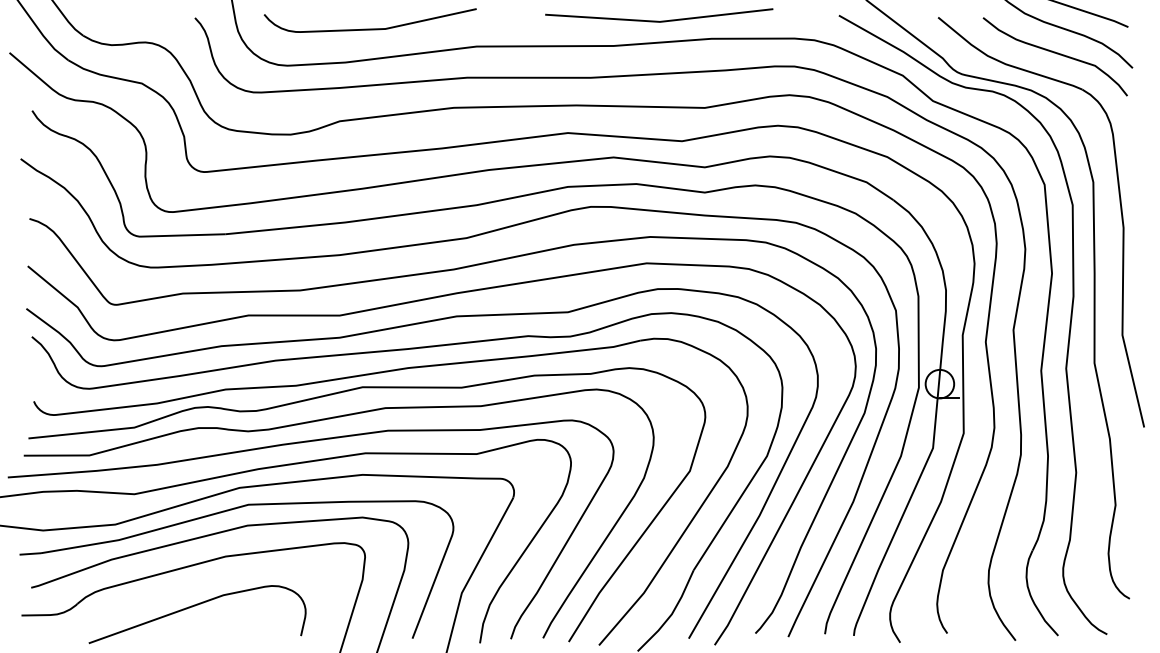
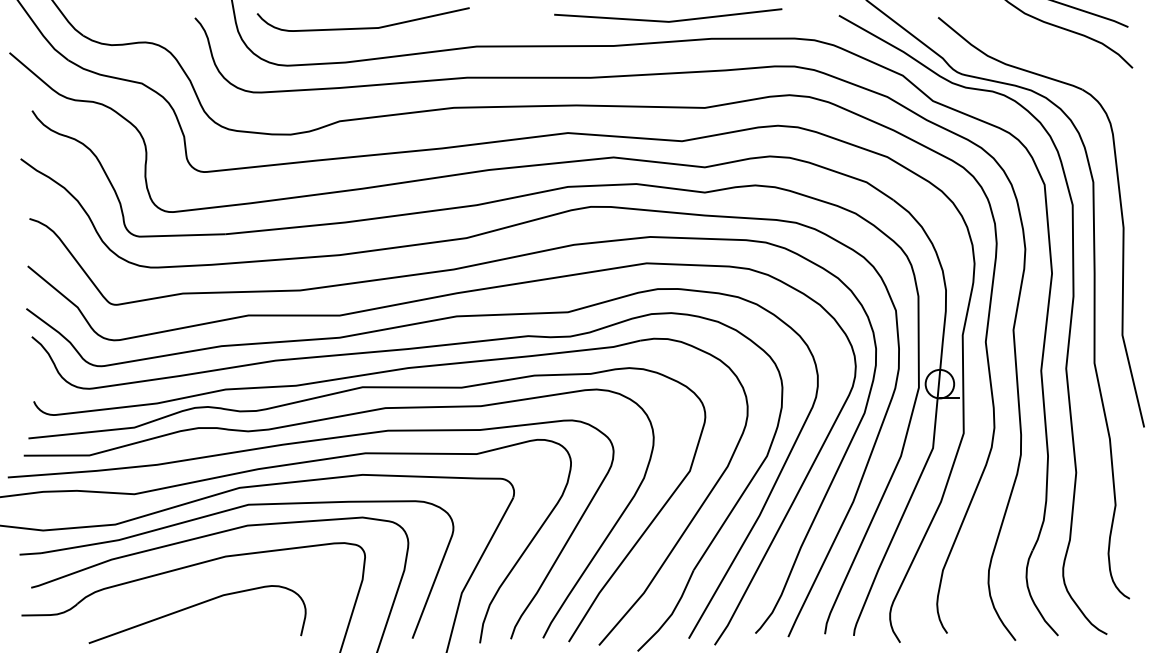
line at (658, 20) position: (658, 20) -> (667, 20)
curve at (369, 28) position: (369, 28) -> (362, 27)
curve at (1056, 54): present -> none
